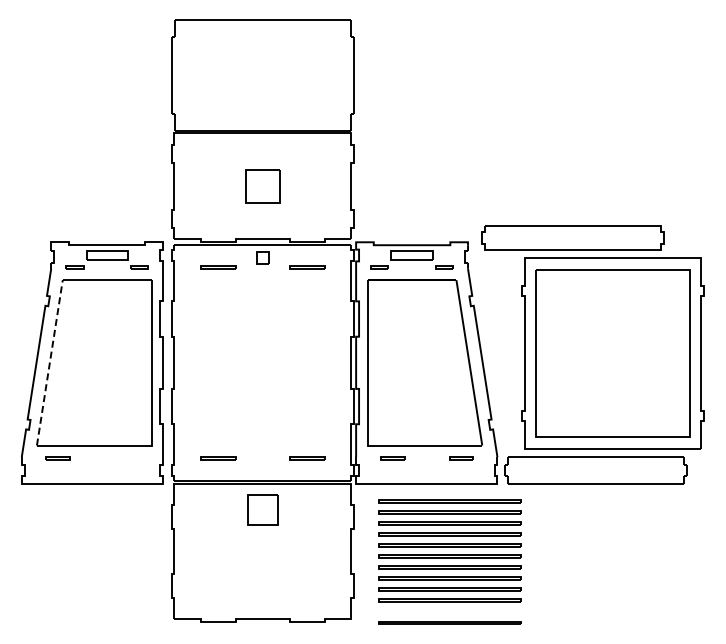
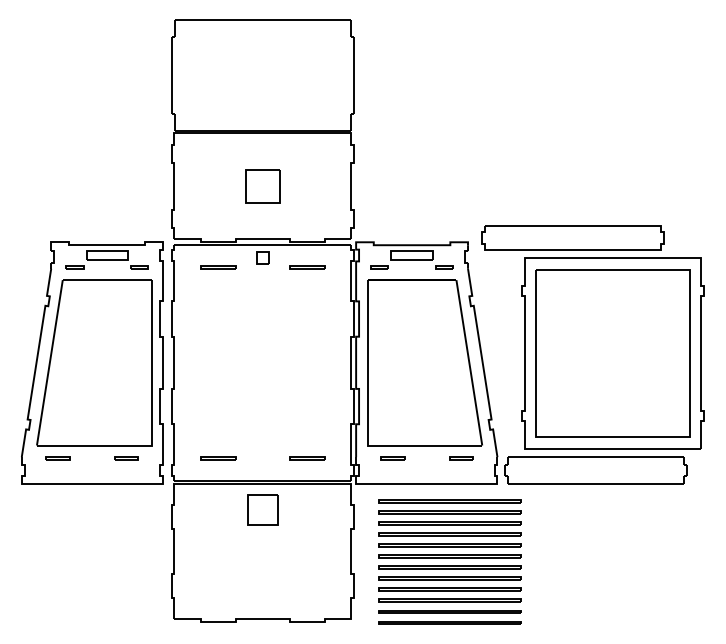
line at (49, 362): dashed -> solid
line at (126, 457): none -> present
line at (449, 611): none -> present
